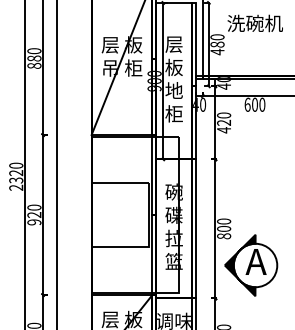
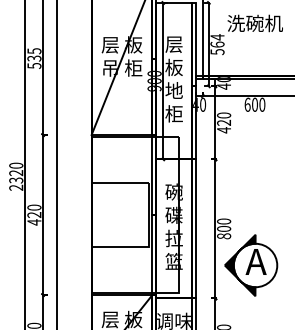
text at (217, 44): 480 -> 564
text at (34, 58): 880 -> 535
text at (34, 222): 920 -> 420
